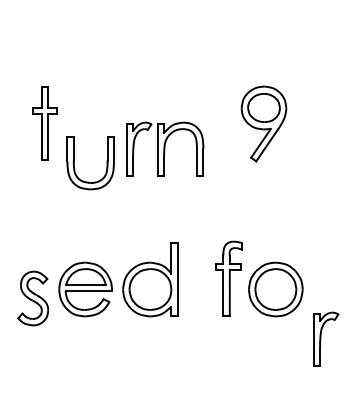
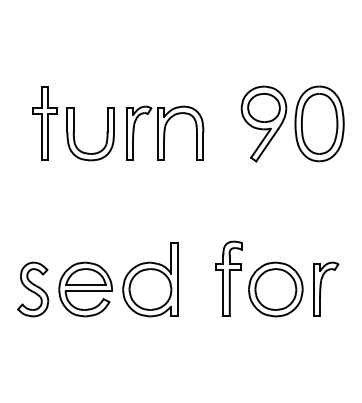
part at (319, 123): none -> present
part at (165, 148) position: (165, 148) -> (165, 132)
part at (75, 168) position: (75, 168) -> (75, 139)
part at (33, 298) position: (33, 298) -> (33, 289)
part at (326, 338) position: (326, 338) -> (326, 288)
